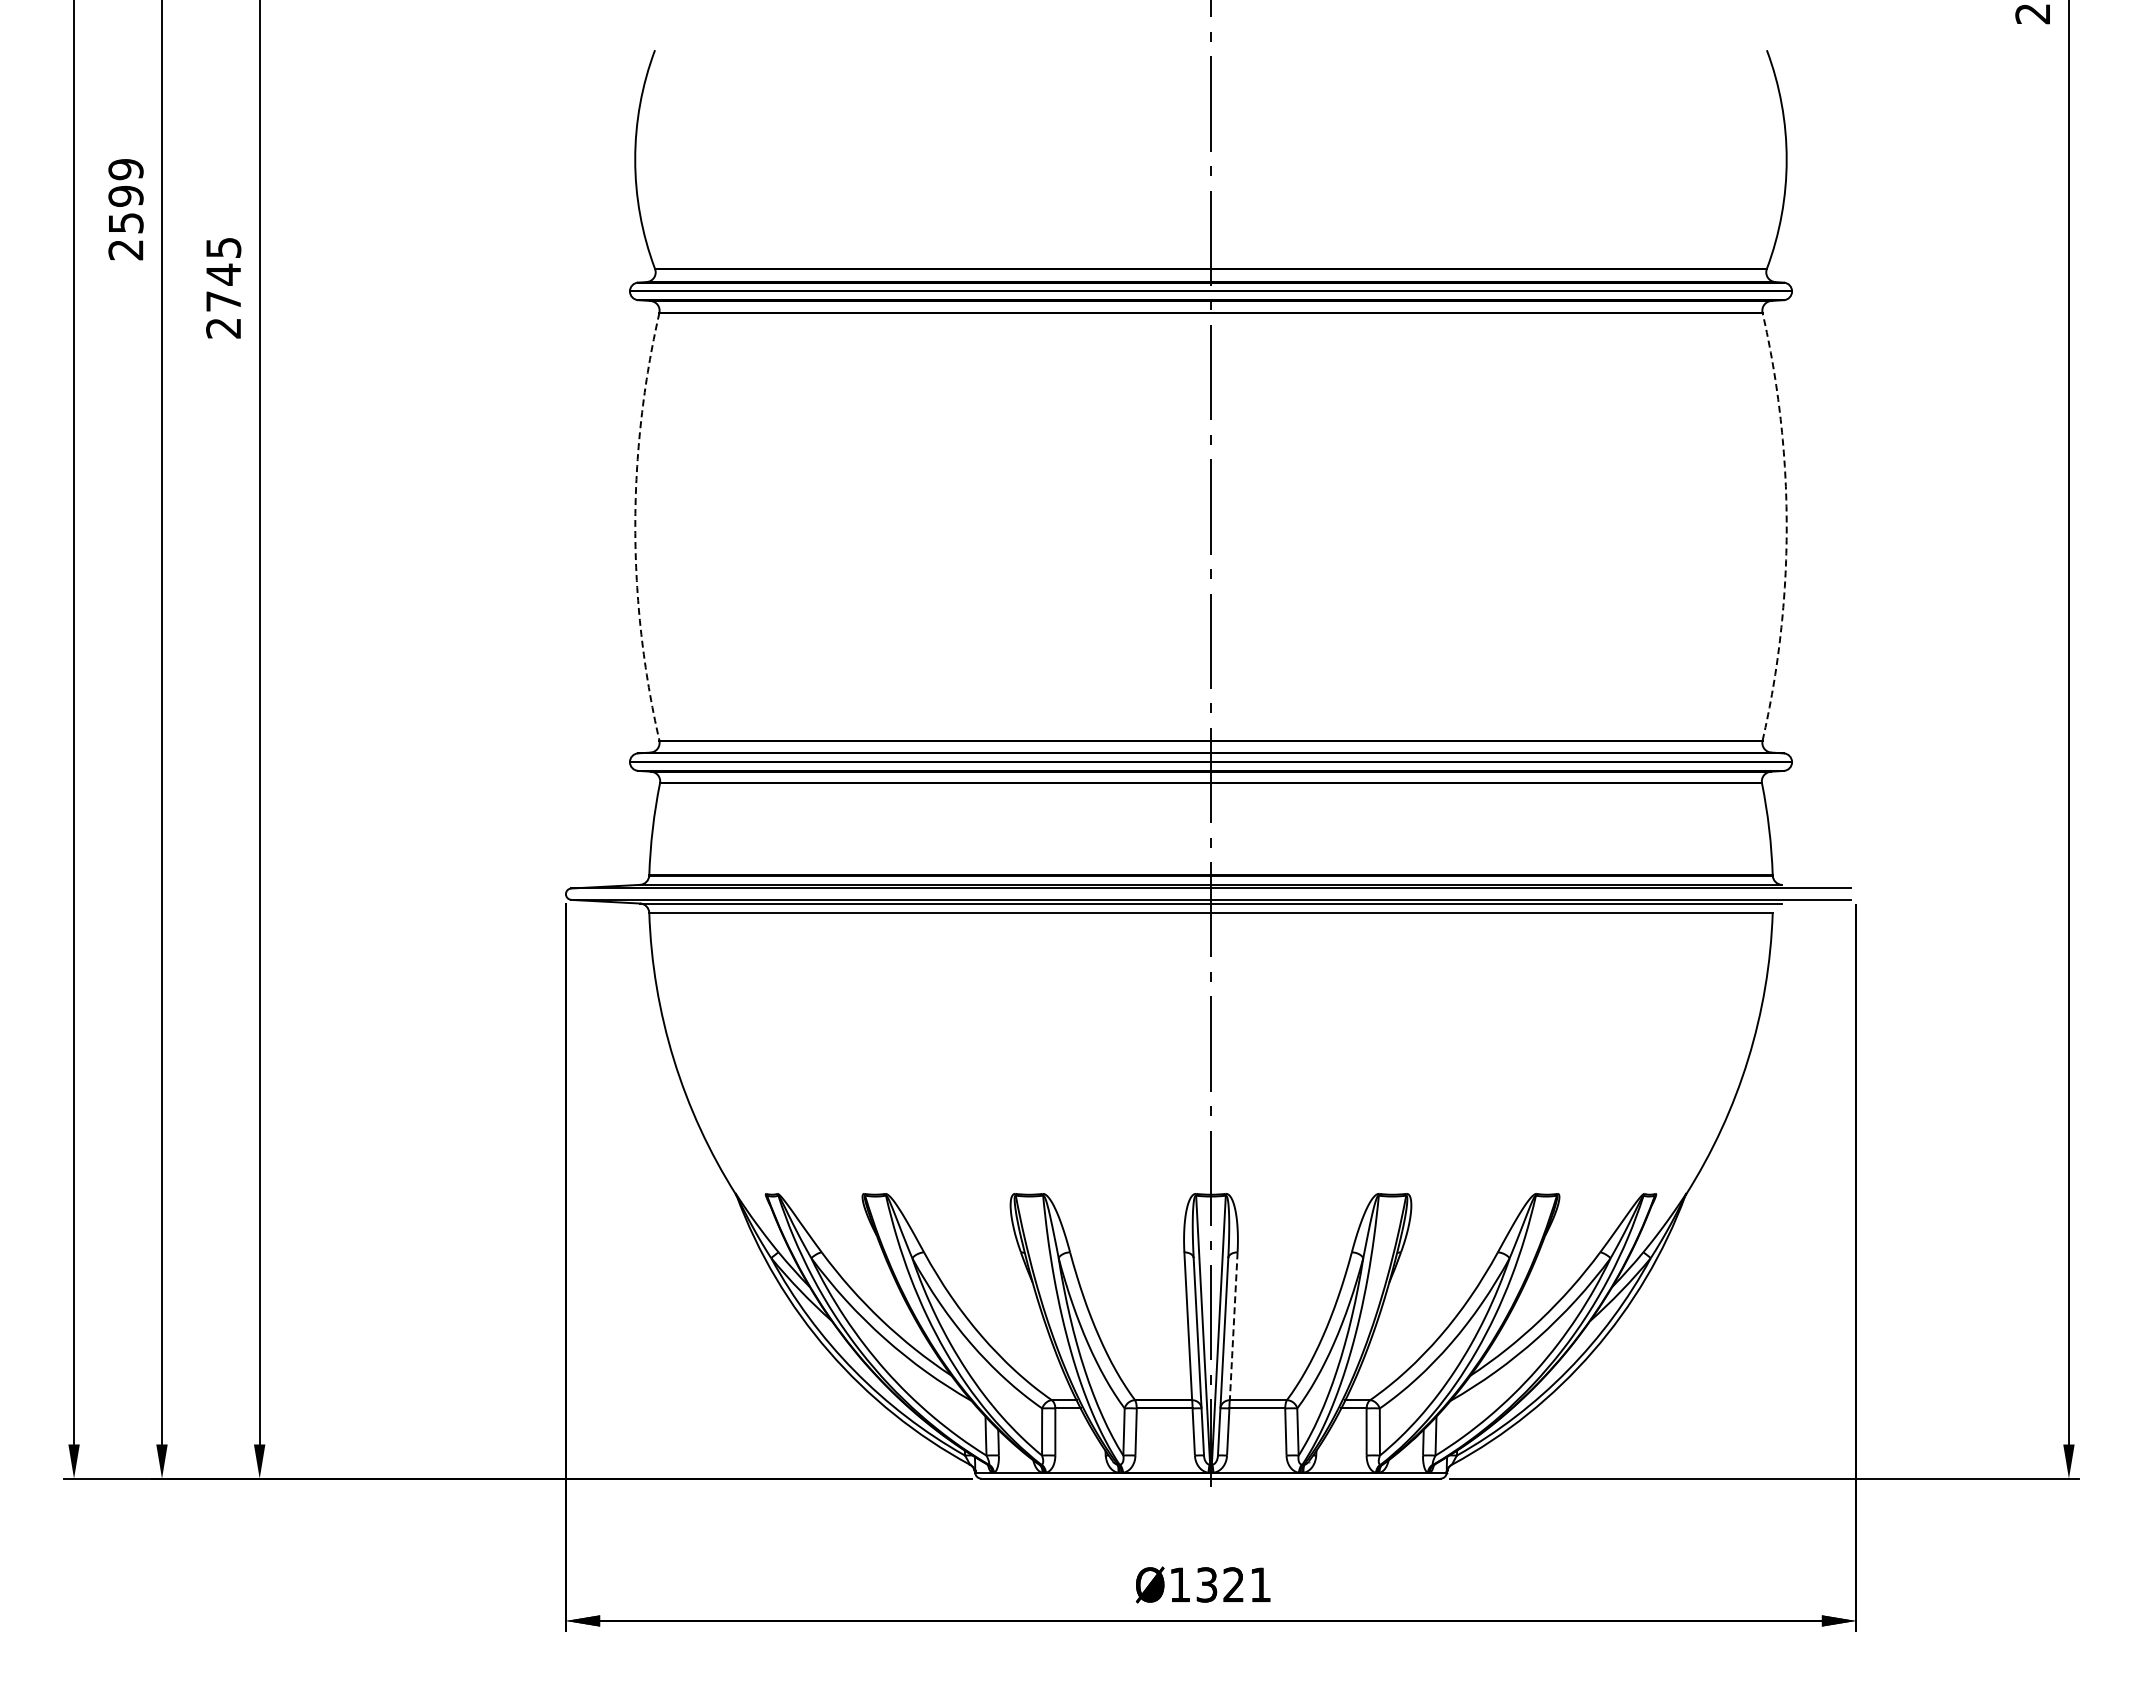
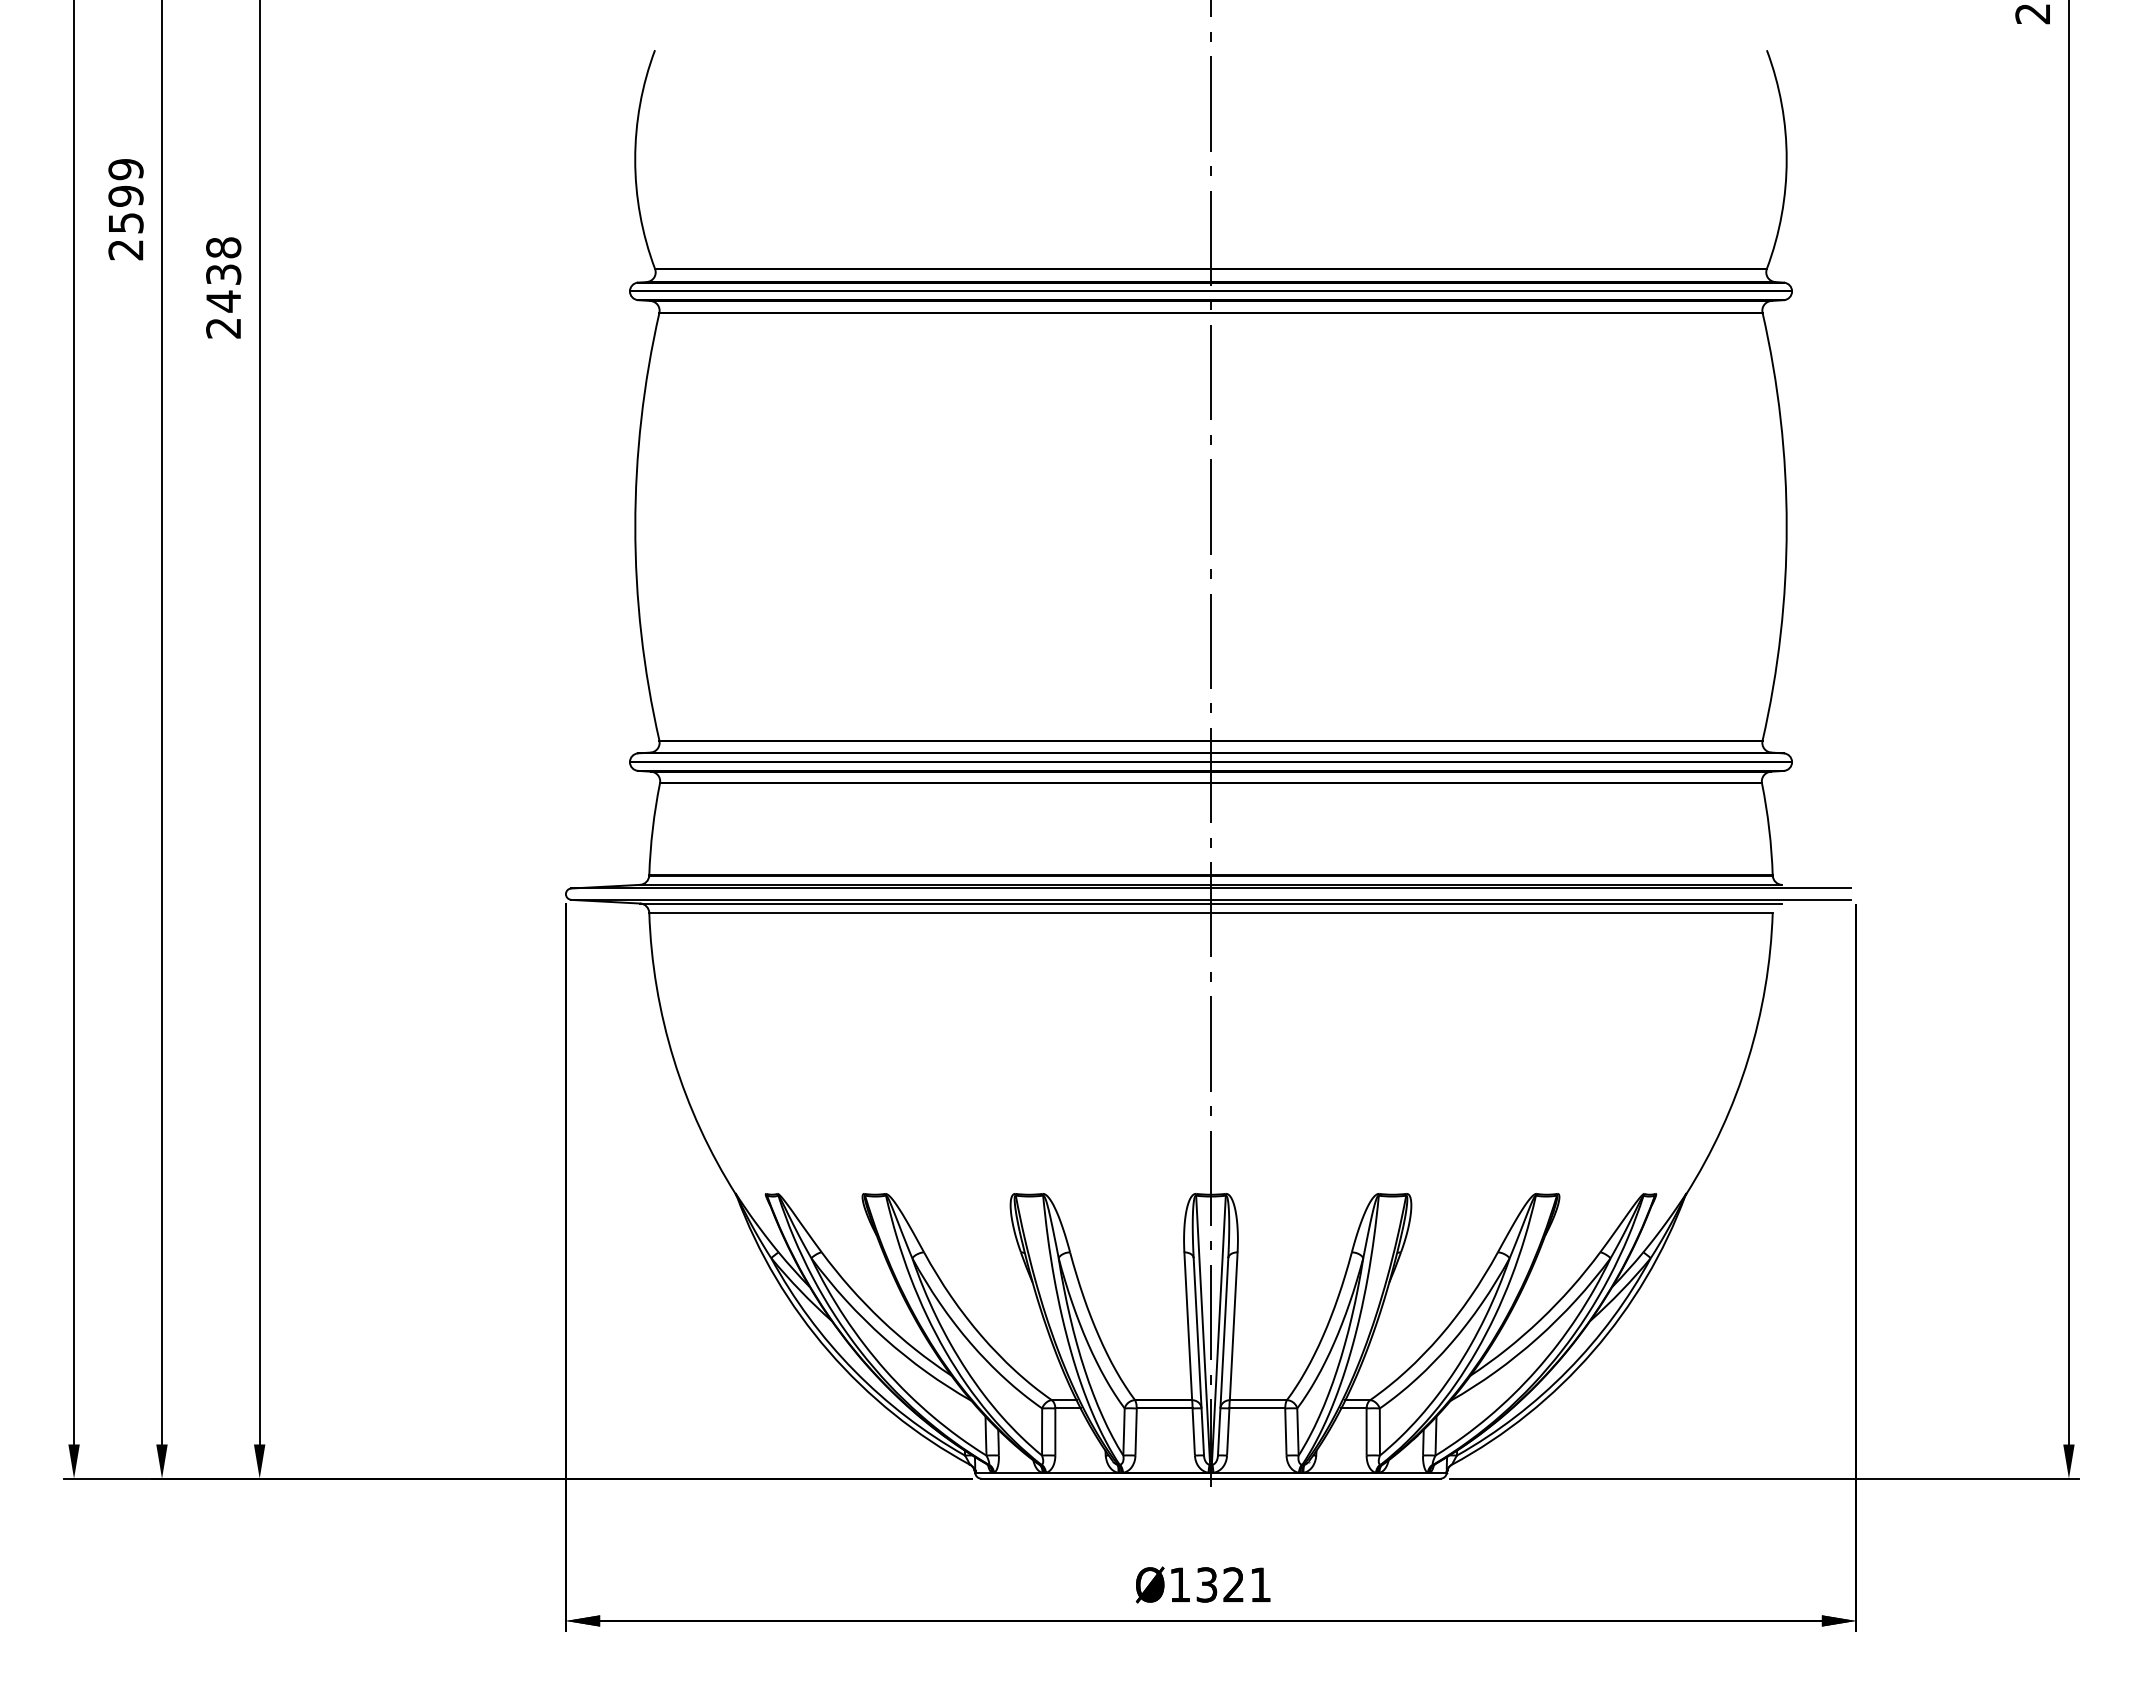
text at (223, 274): 2745 -> 2438
arc at (635, 526): dashed -> solid
arc at (1786, 526): dashed -> solid
line at (1233, 1326): dashed -> solid
